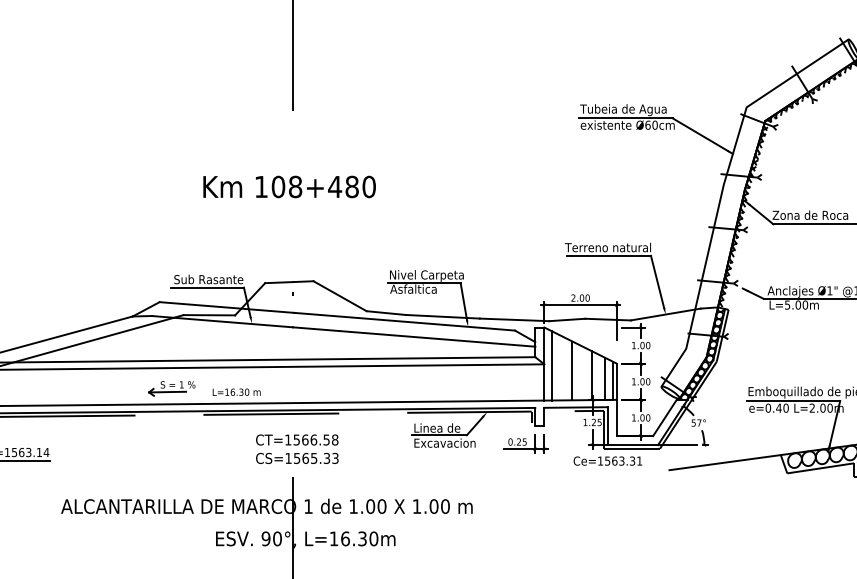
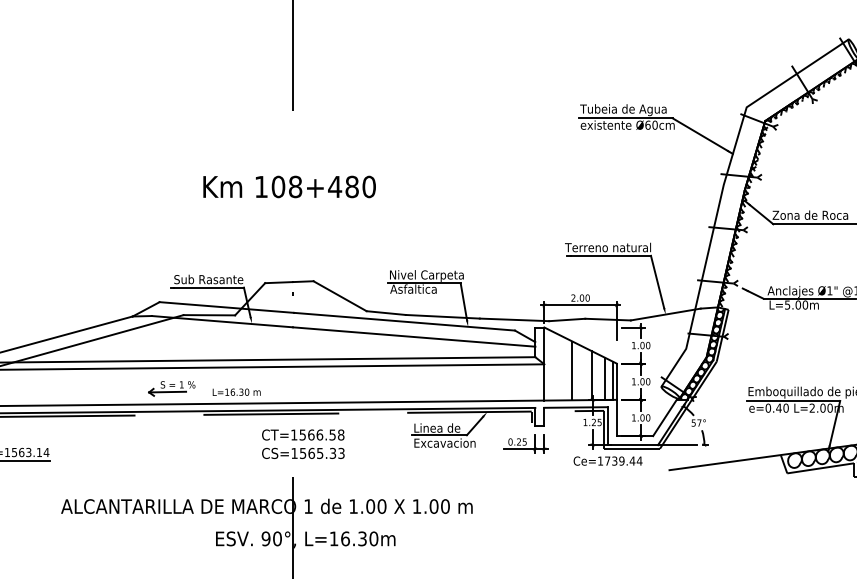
line at (552, 365): present -> none
text at (297, 448) position: (297, 448) -> (303, 443)
text at (623, 460): Ce=1563.31 -> Ce=1739.44
